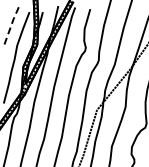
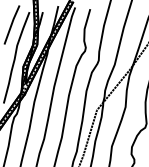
line at (11, 24): dashed -> solid
